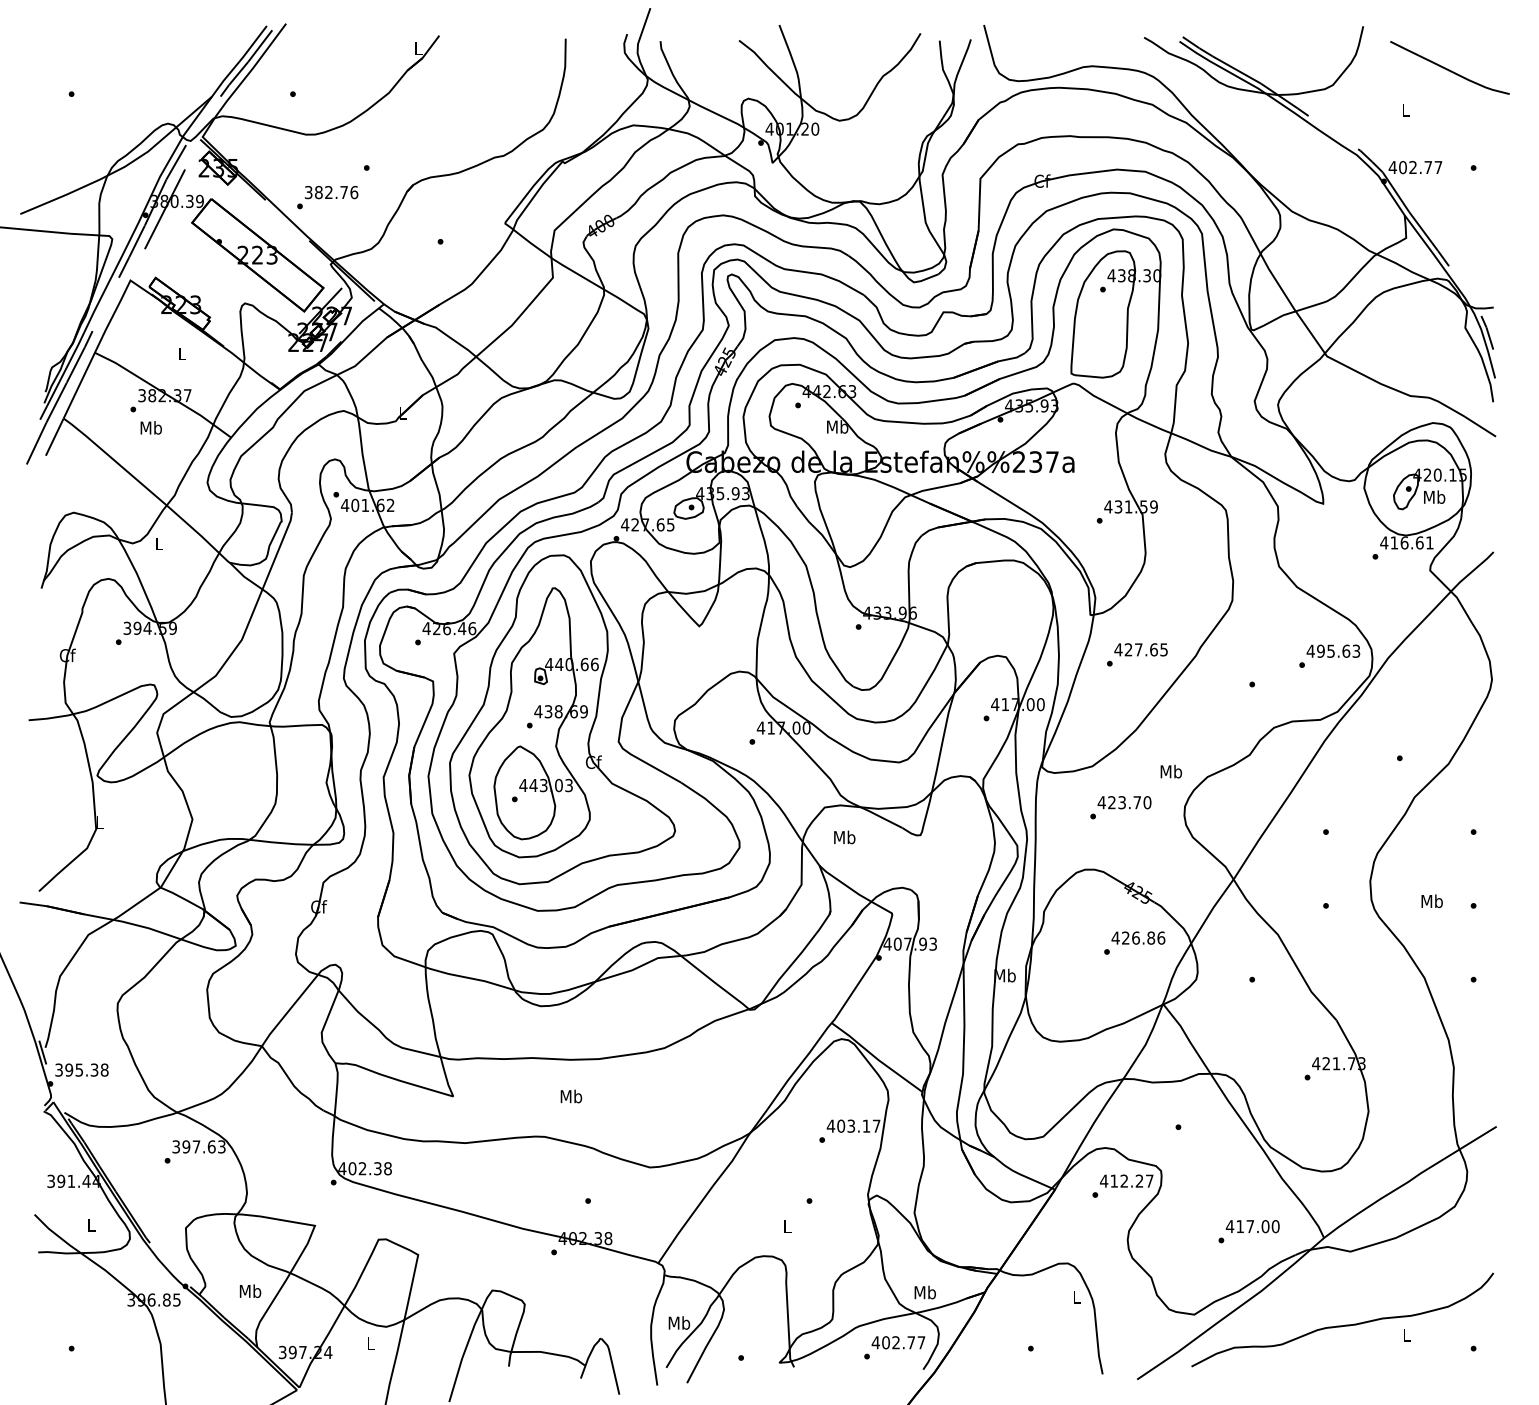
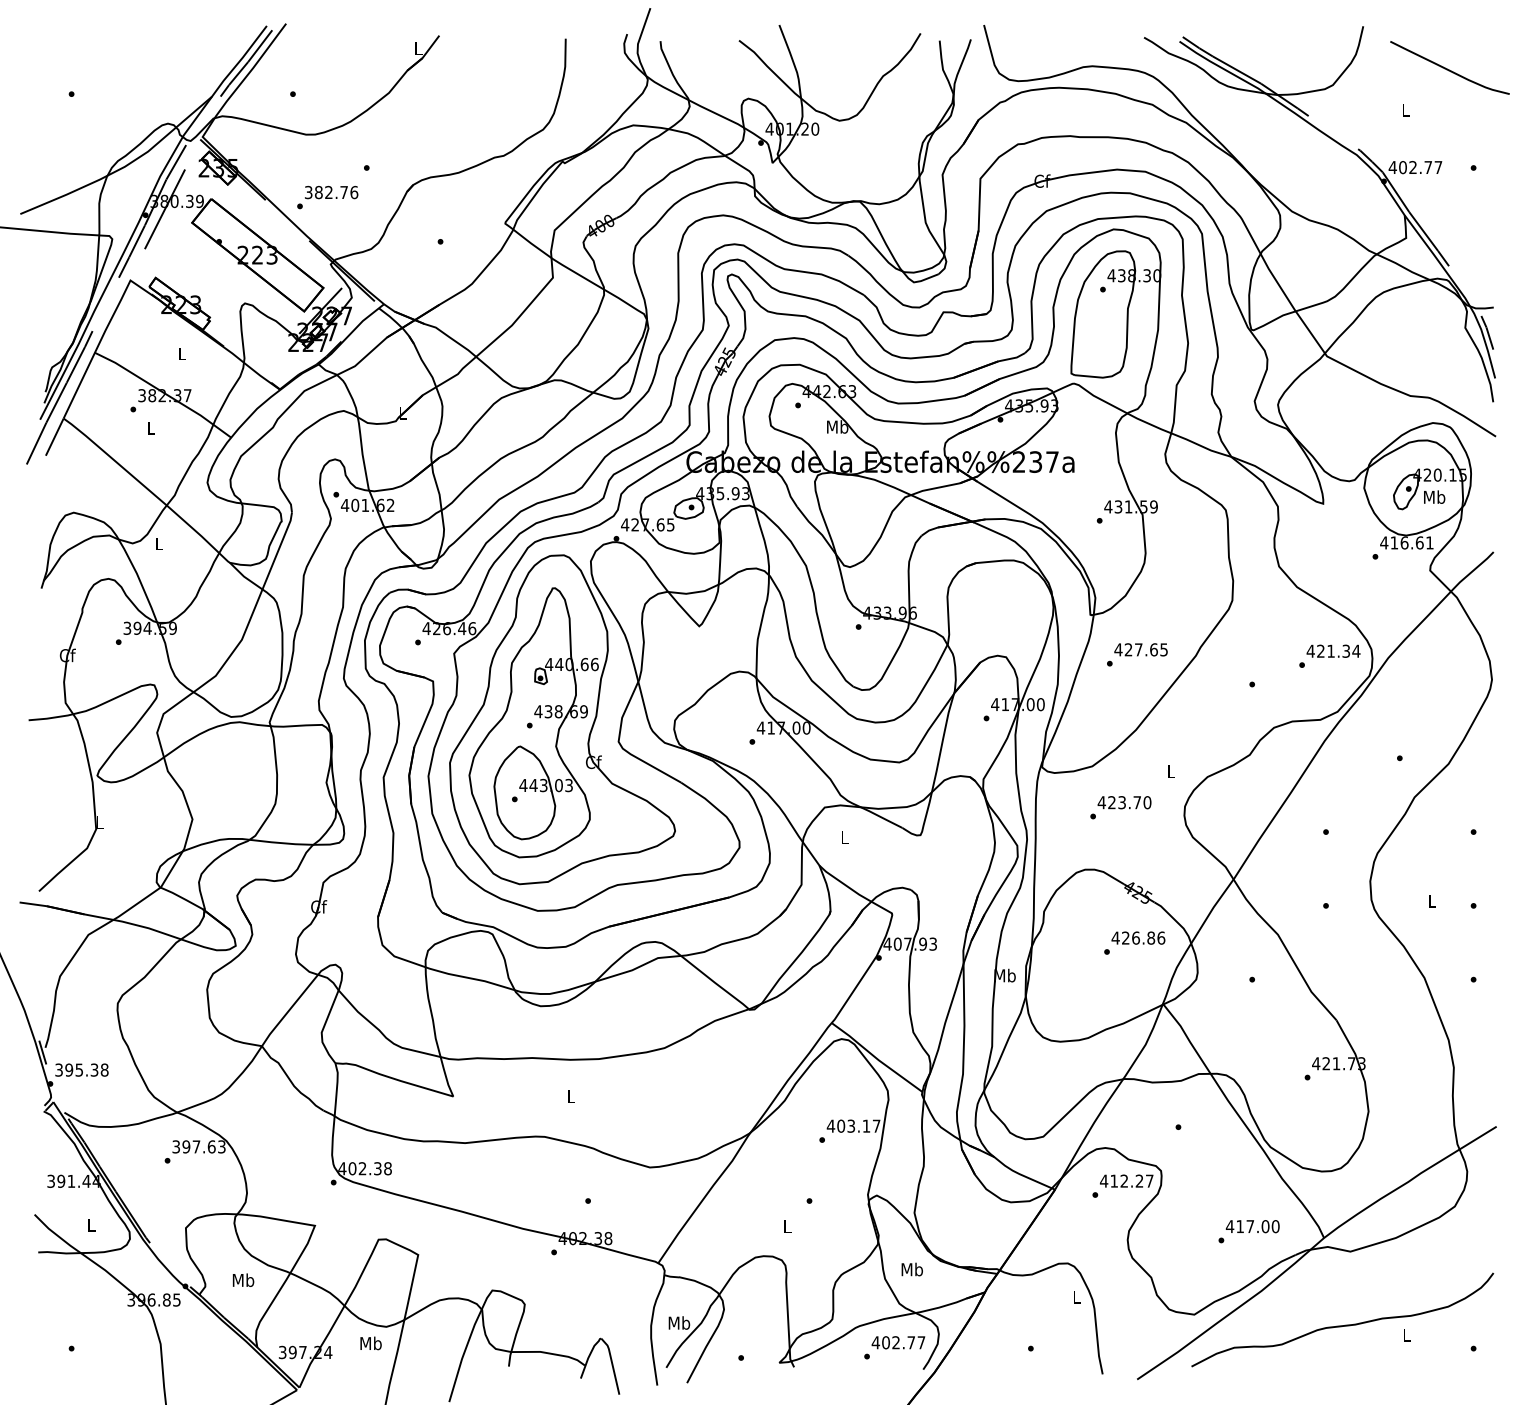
text at (150, 427): Mb -> L
text at (1338, 650): 495.63 -> 421.34
text at (1171, 771): Mb -> L
text at (844, 837): Mb -> L
text at (1431, 901): Mb -> L
text at (571, 1096): Mb -> L
text at (250, 1290) position: (250, 1290) -> (243, 1279)
text at (924, 1292) position: (924, 1292) -> (911, 1269)
text at (370, 1343): L -> Mb
